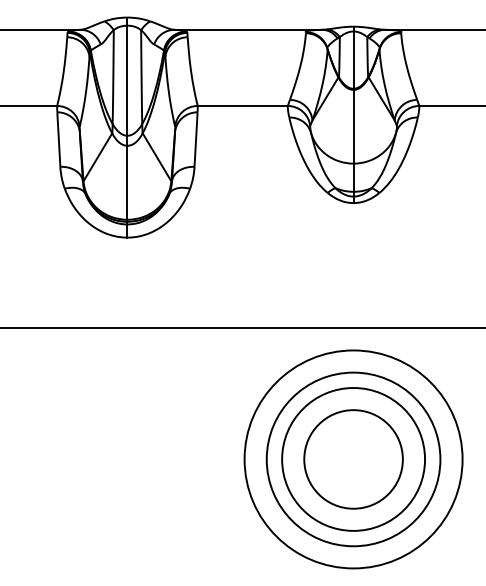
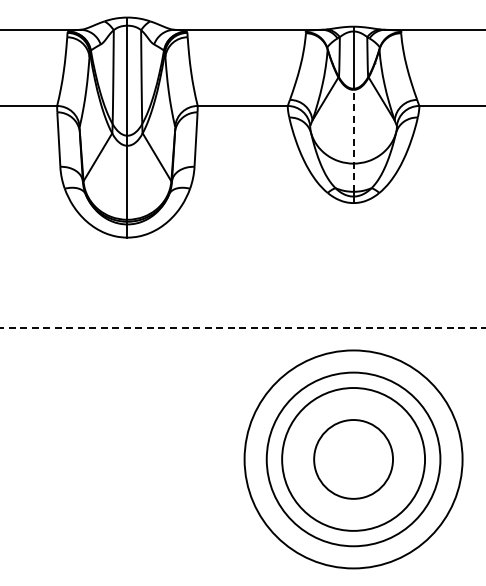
line at (353, 140): solid -> dashed
line at (243, 327): solid -> dashed
circle at (353, 459) diameter: 99 px -> 79 px
